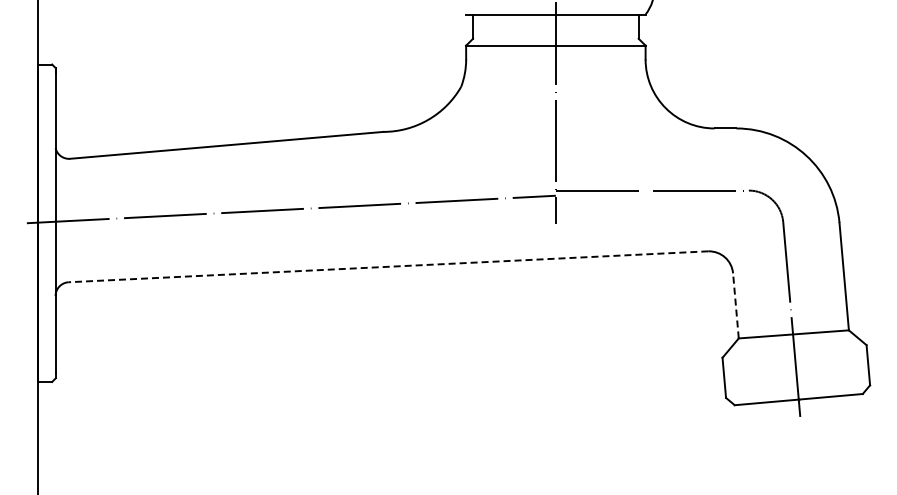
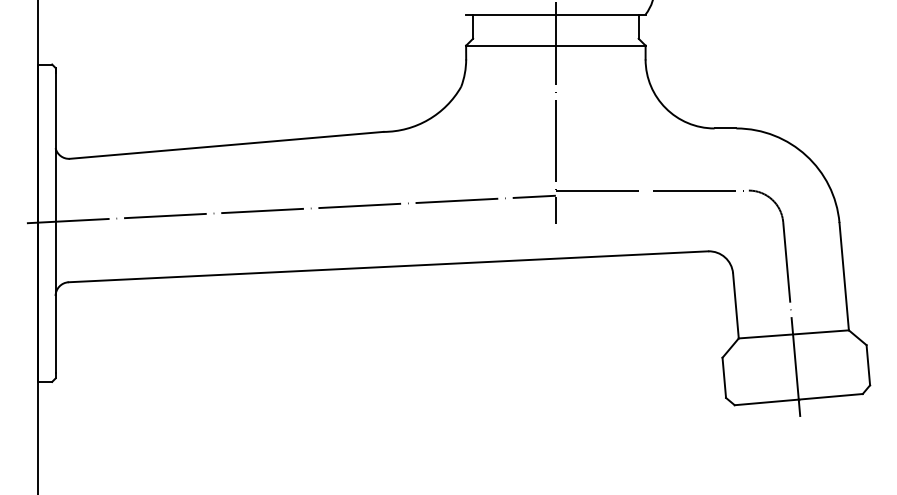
line at (388, 266): dashed -> solid
line at (735, 305): dashed -> solid
